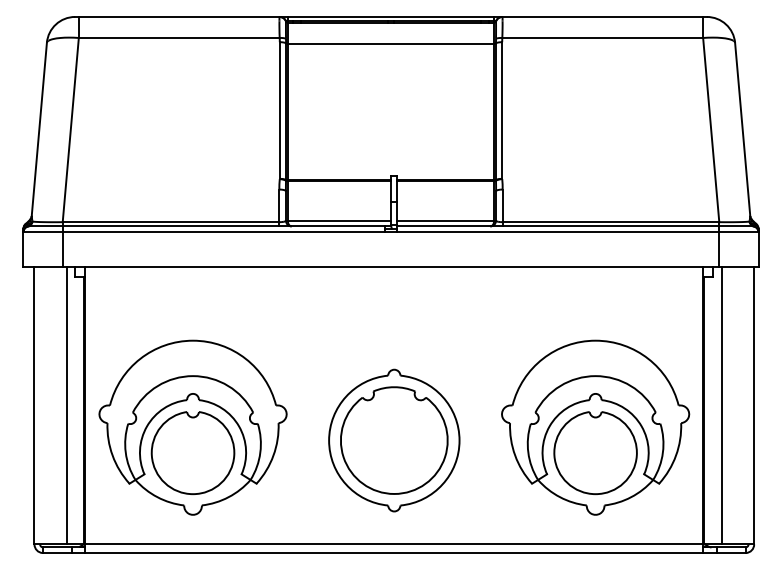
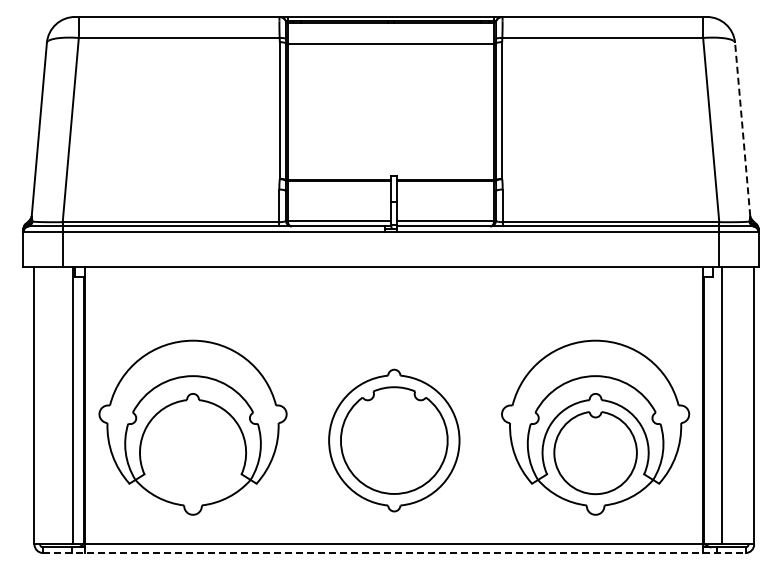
line at (742, 129): solid -> dashed
line at (66, 405) position: (66, 405) -> (72, 405)
part at (192, 453): present -> none
line at (394, 553): solid -> dashed
